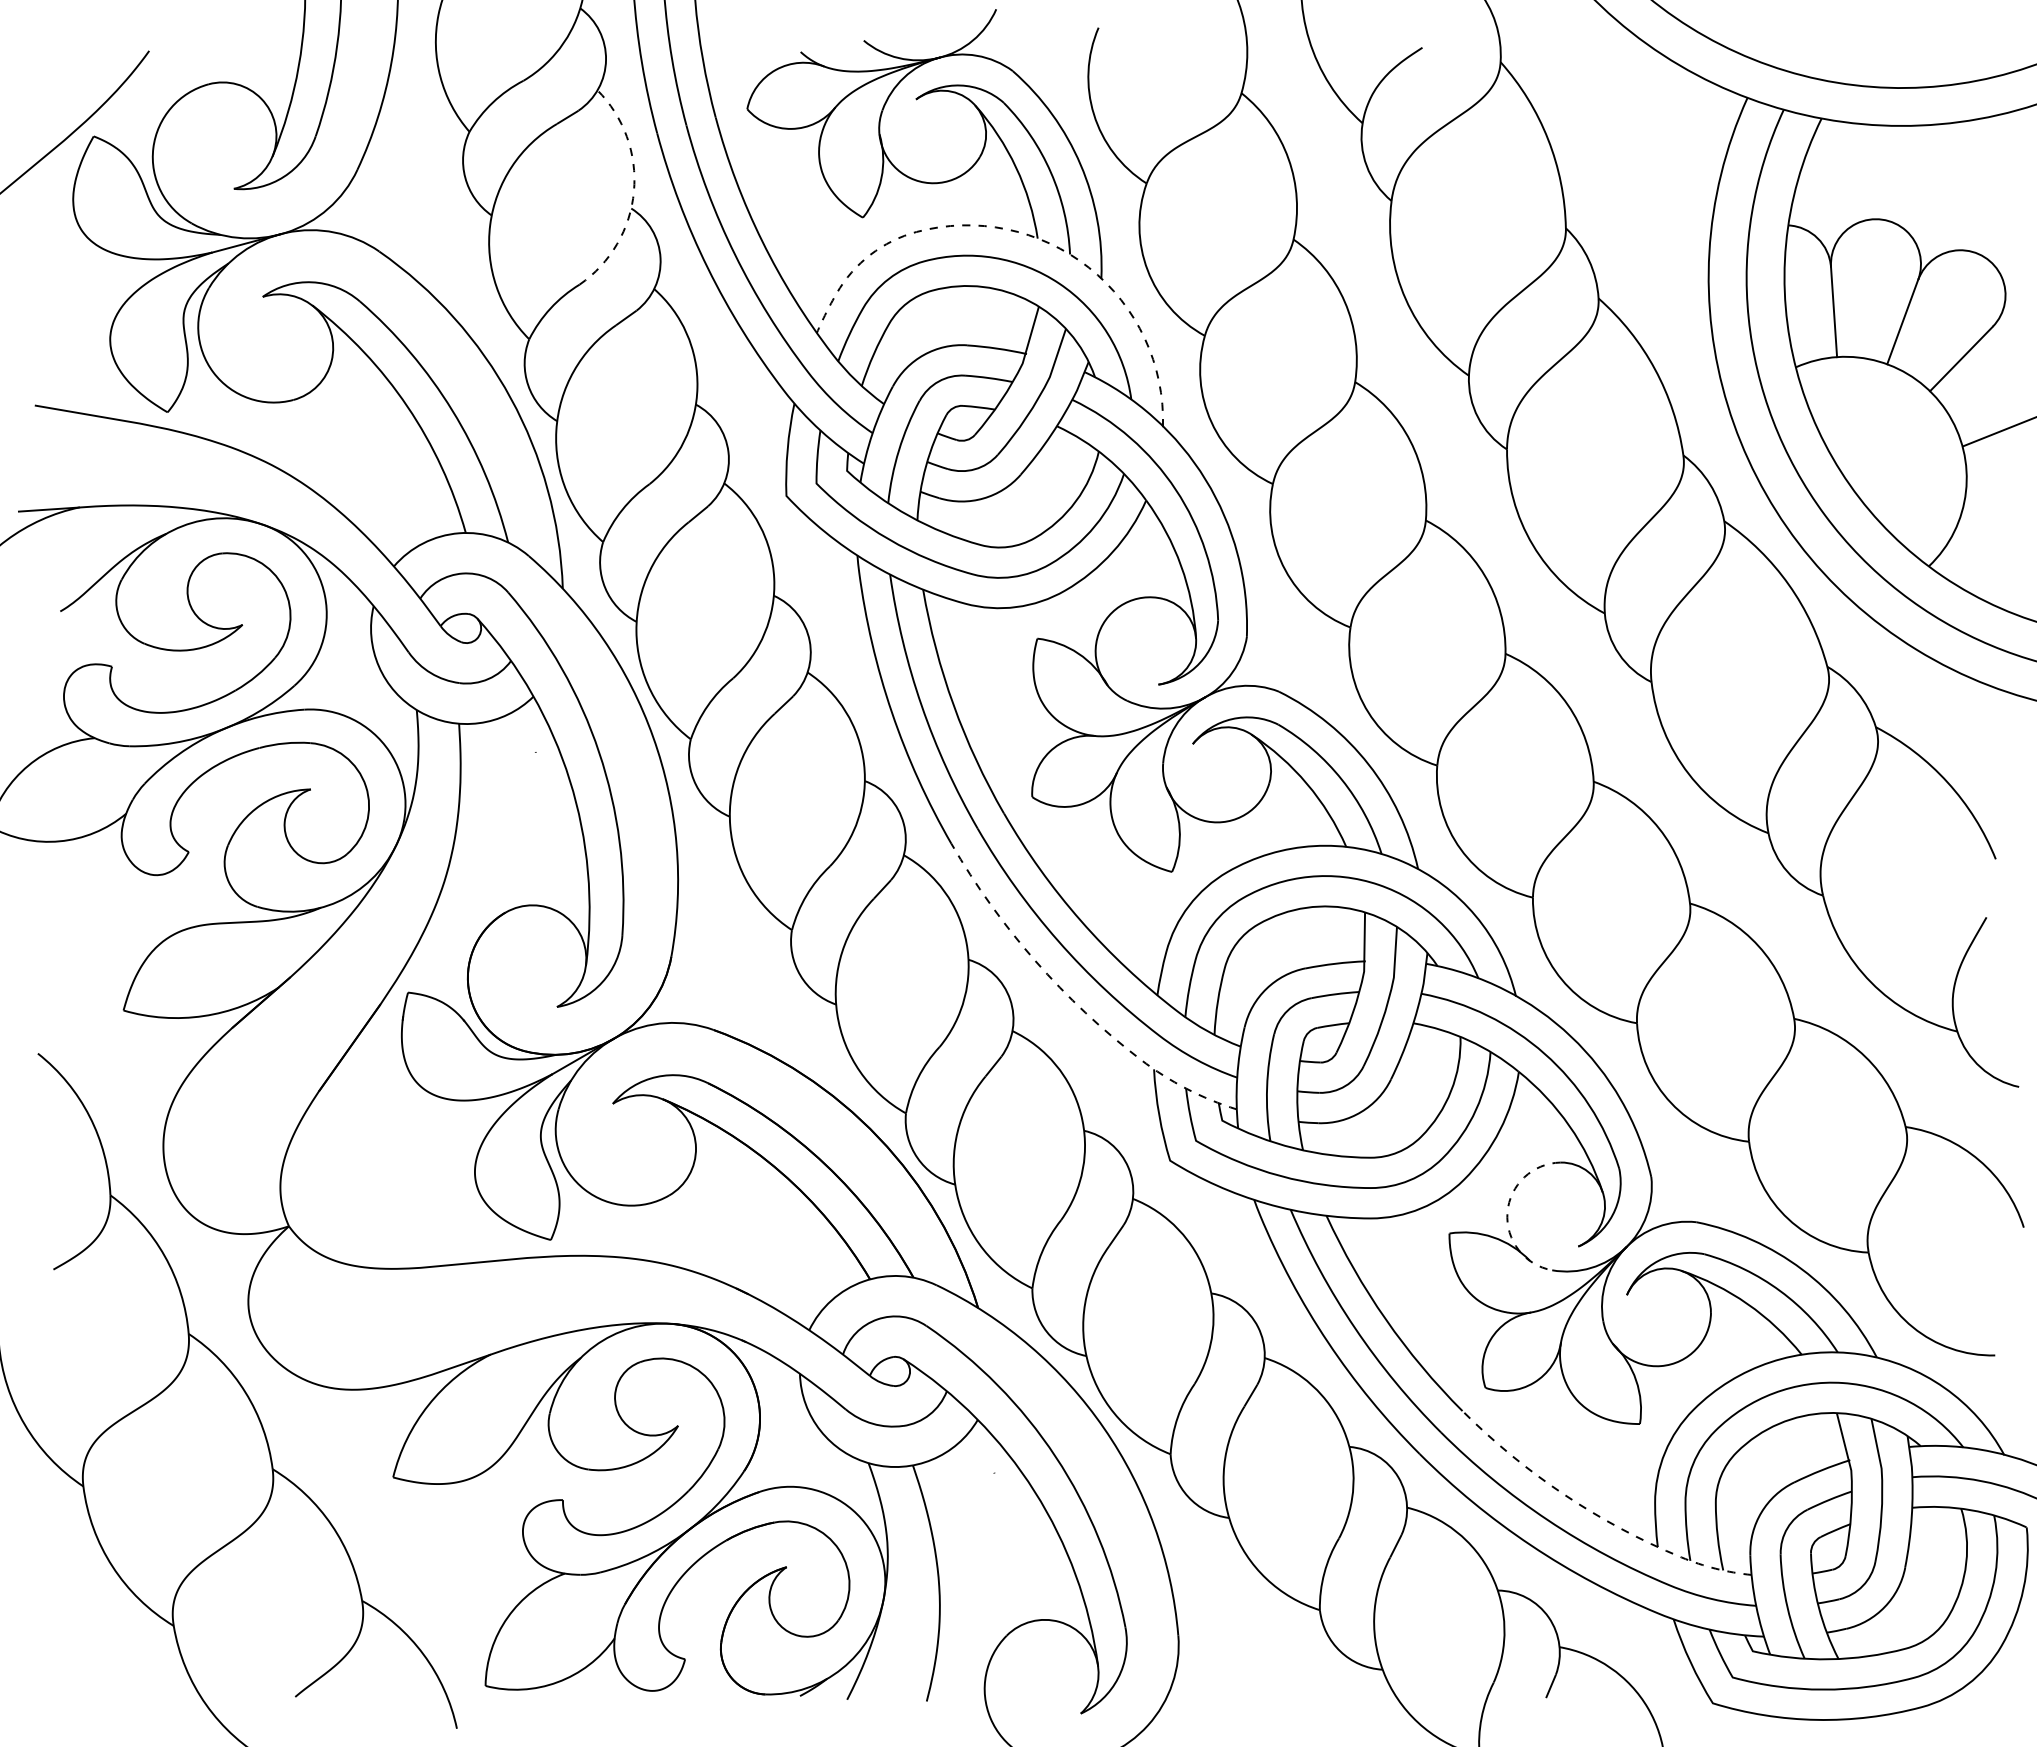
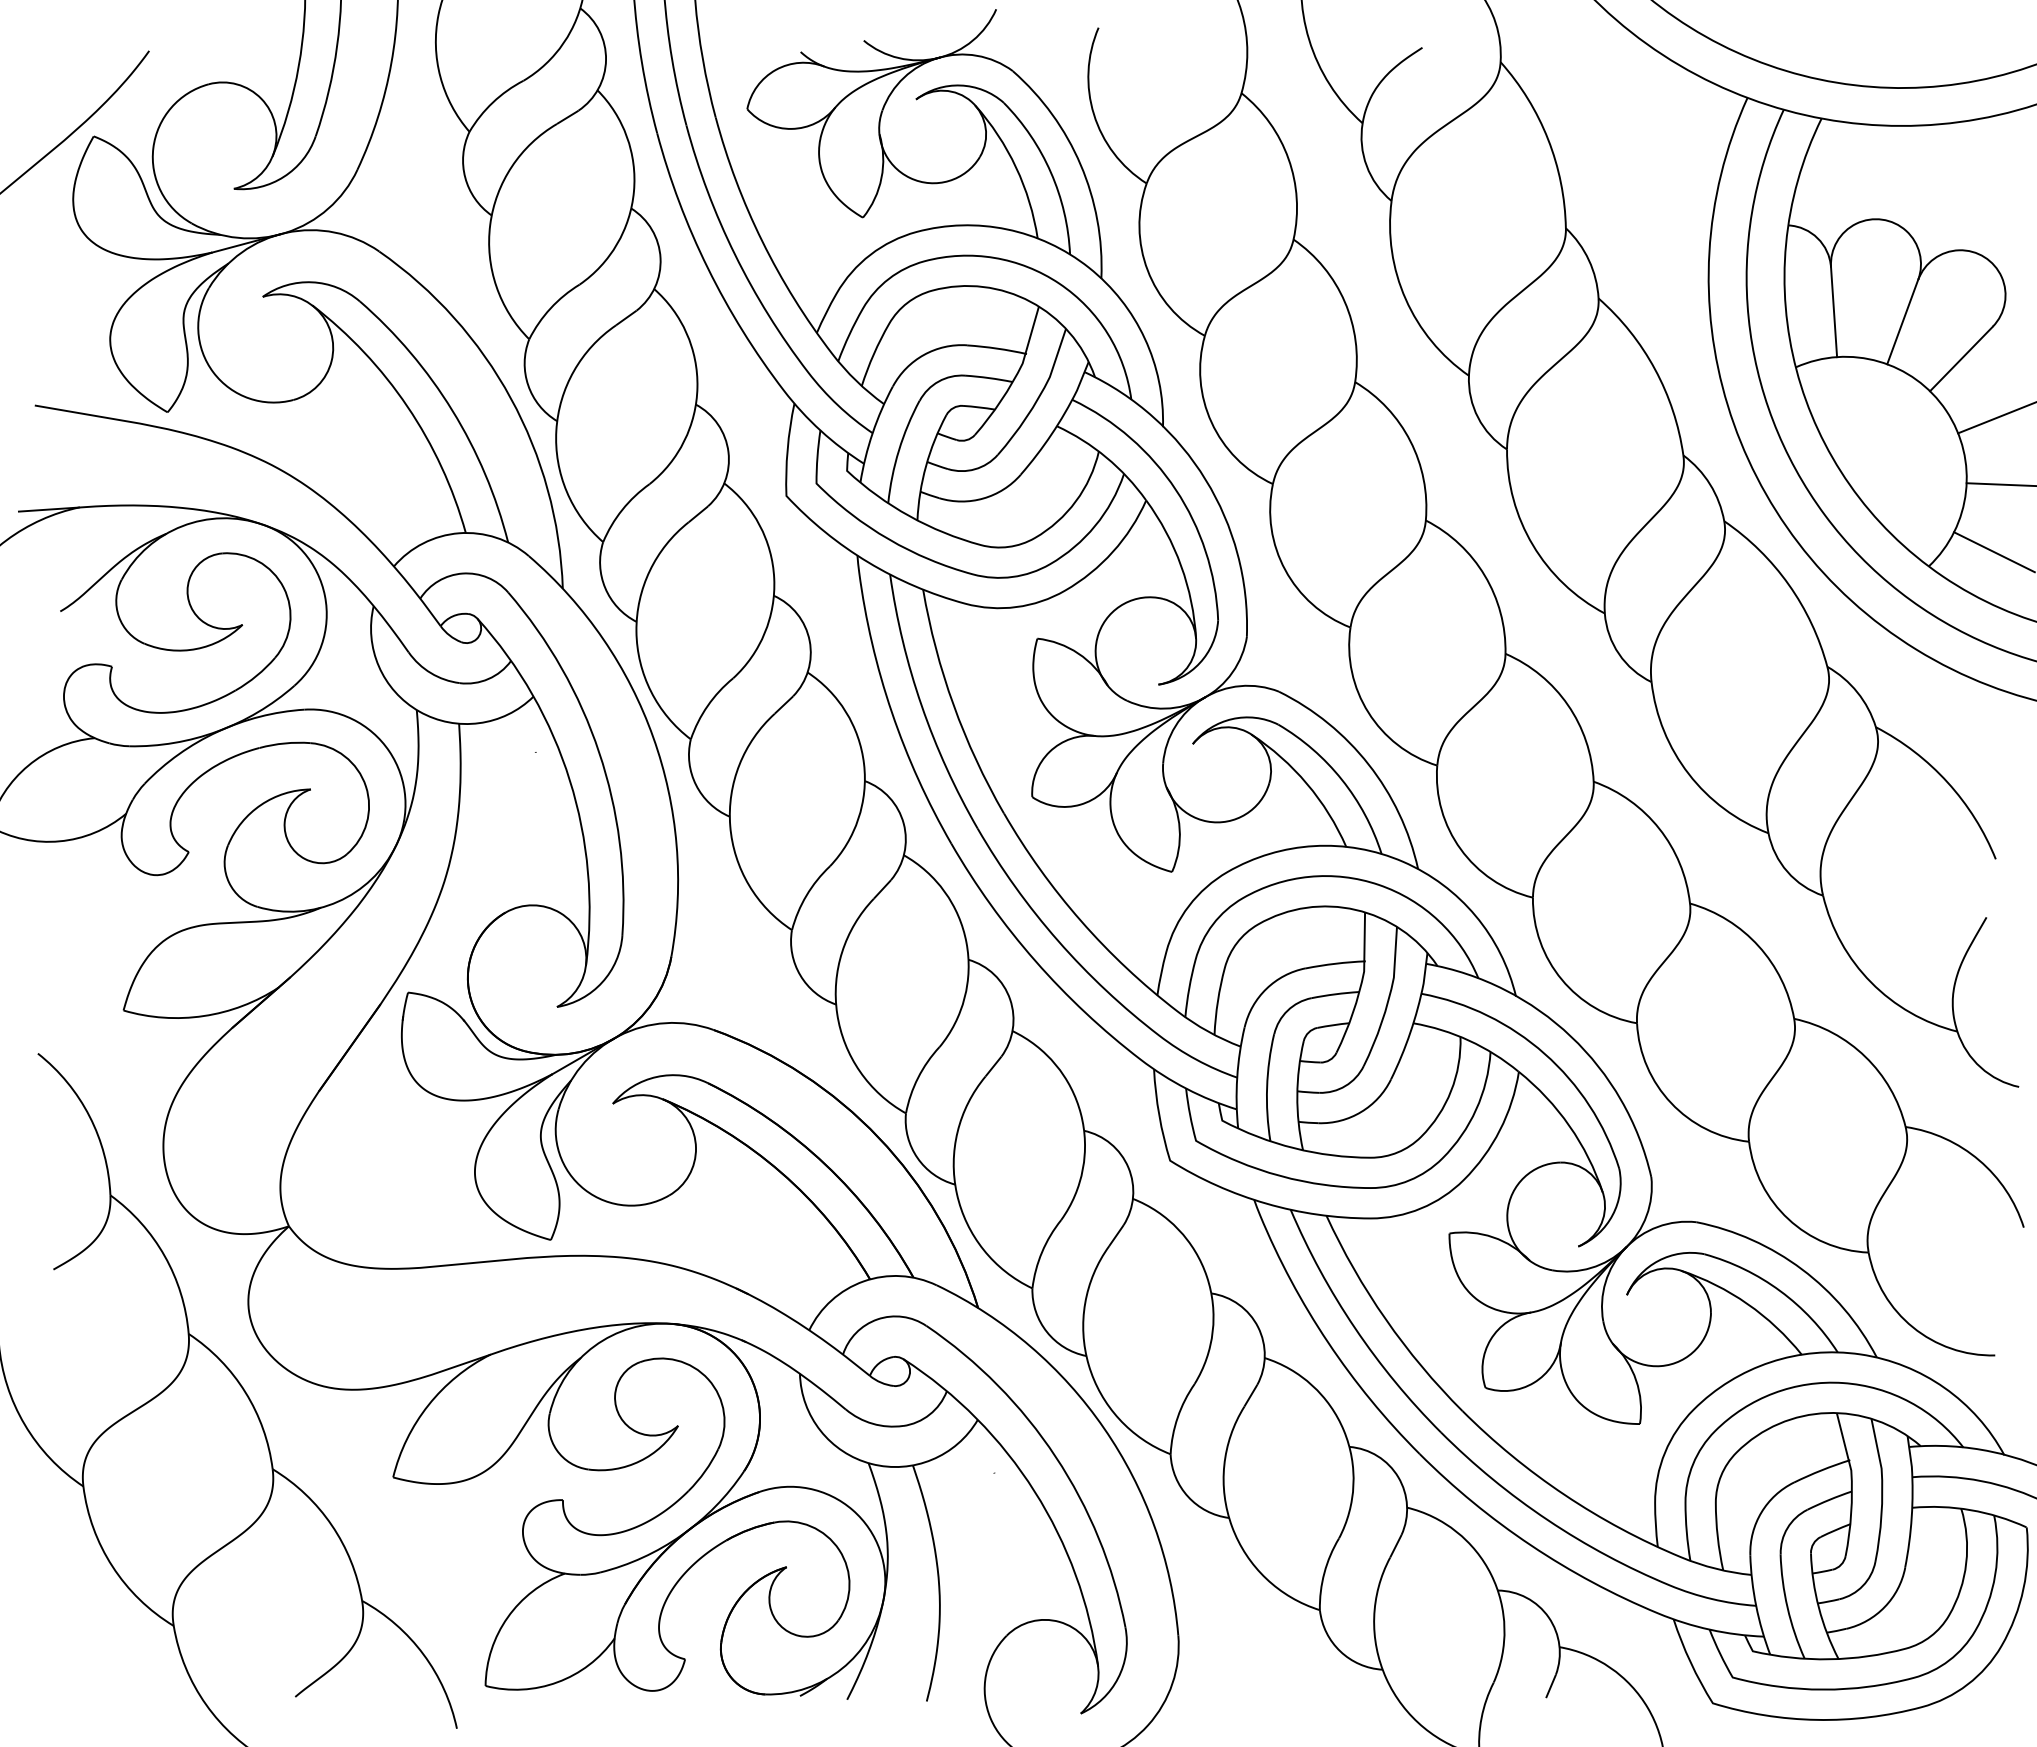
arc at (633, 191): dashed -> solid
line at (1017, 231): dashed -> solid
line at (1998, 432) position: (1998, 432) -> (1995, 418)
line at (1999, 484): none -> present
line at (1993, 551): none -> present
line at (1072, 1000): dashed -> solid
arc at (1507, 1212): dashed -> solid
line at (1598, 1516): dashed -> solid
